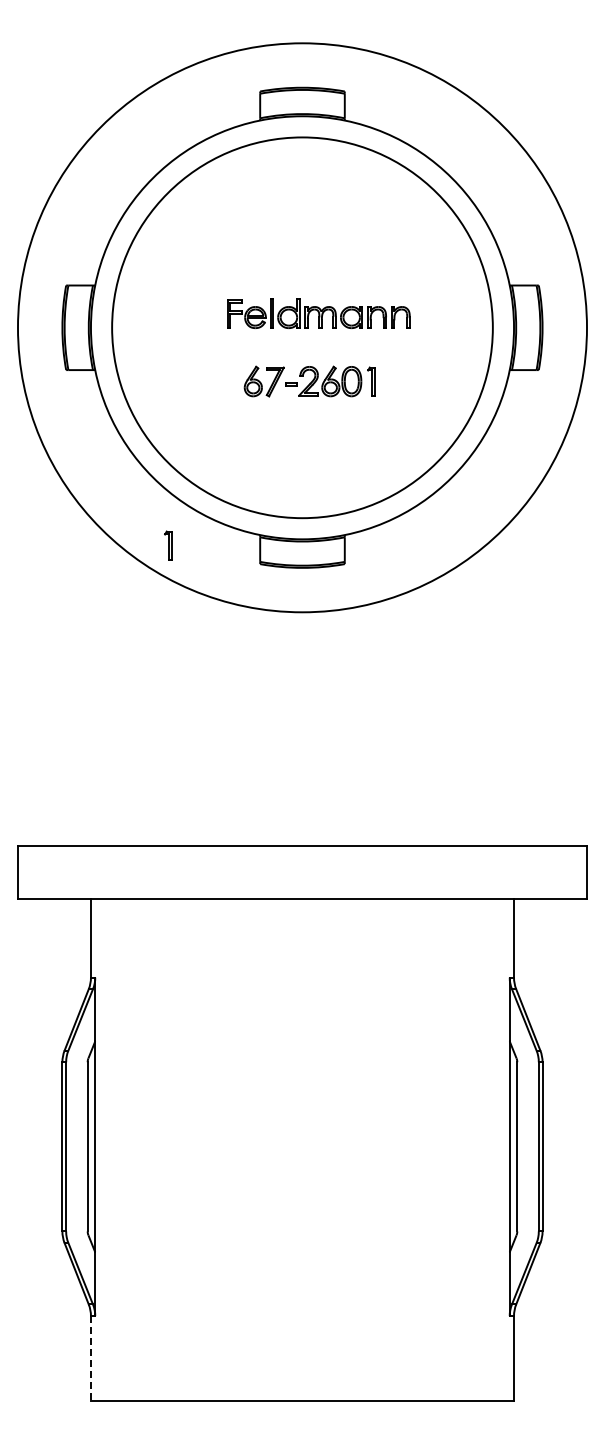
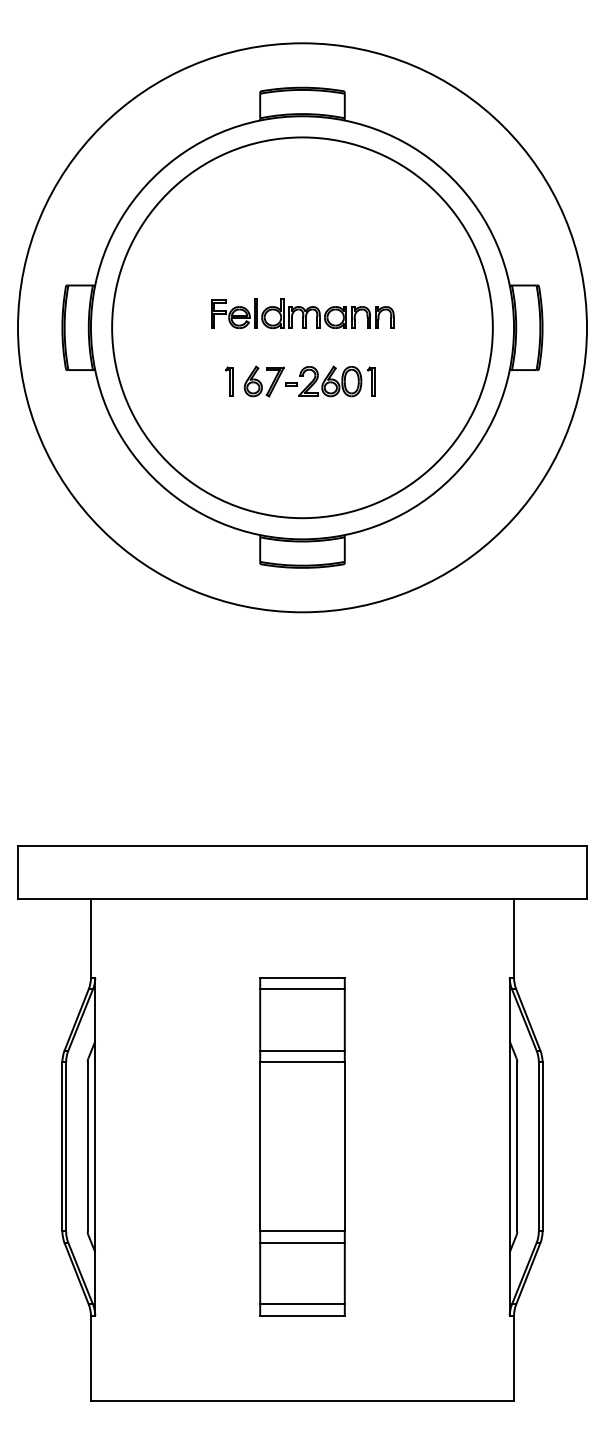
part at (318, 313) position: (318, 313) -> (302, 313)
part at (168, 545) position: (168, 545) -> (229, 381)
part at (302, 1146): none -> present
line at (90, 1358): dashed -> solid
